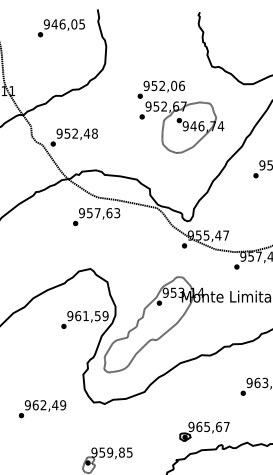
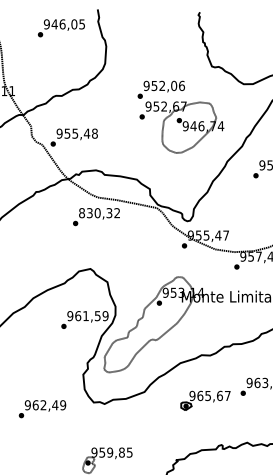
text at (75, 133): 952,48 -> 955,48
text at (99, 213): 957,63 -> 830,32
part at (204, 431) position: (204, 431) -> (205, 400)
